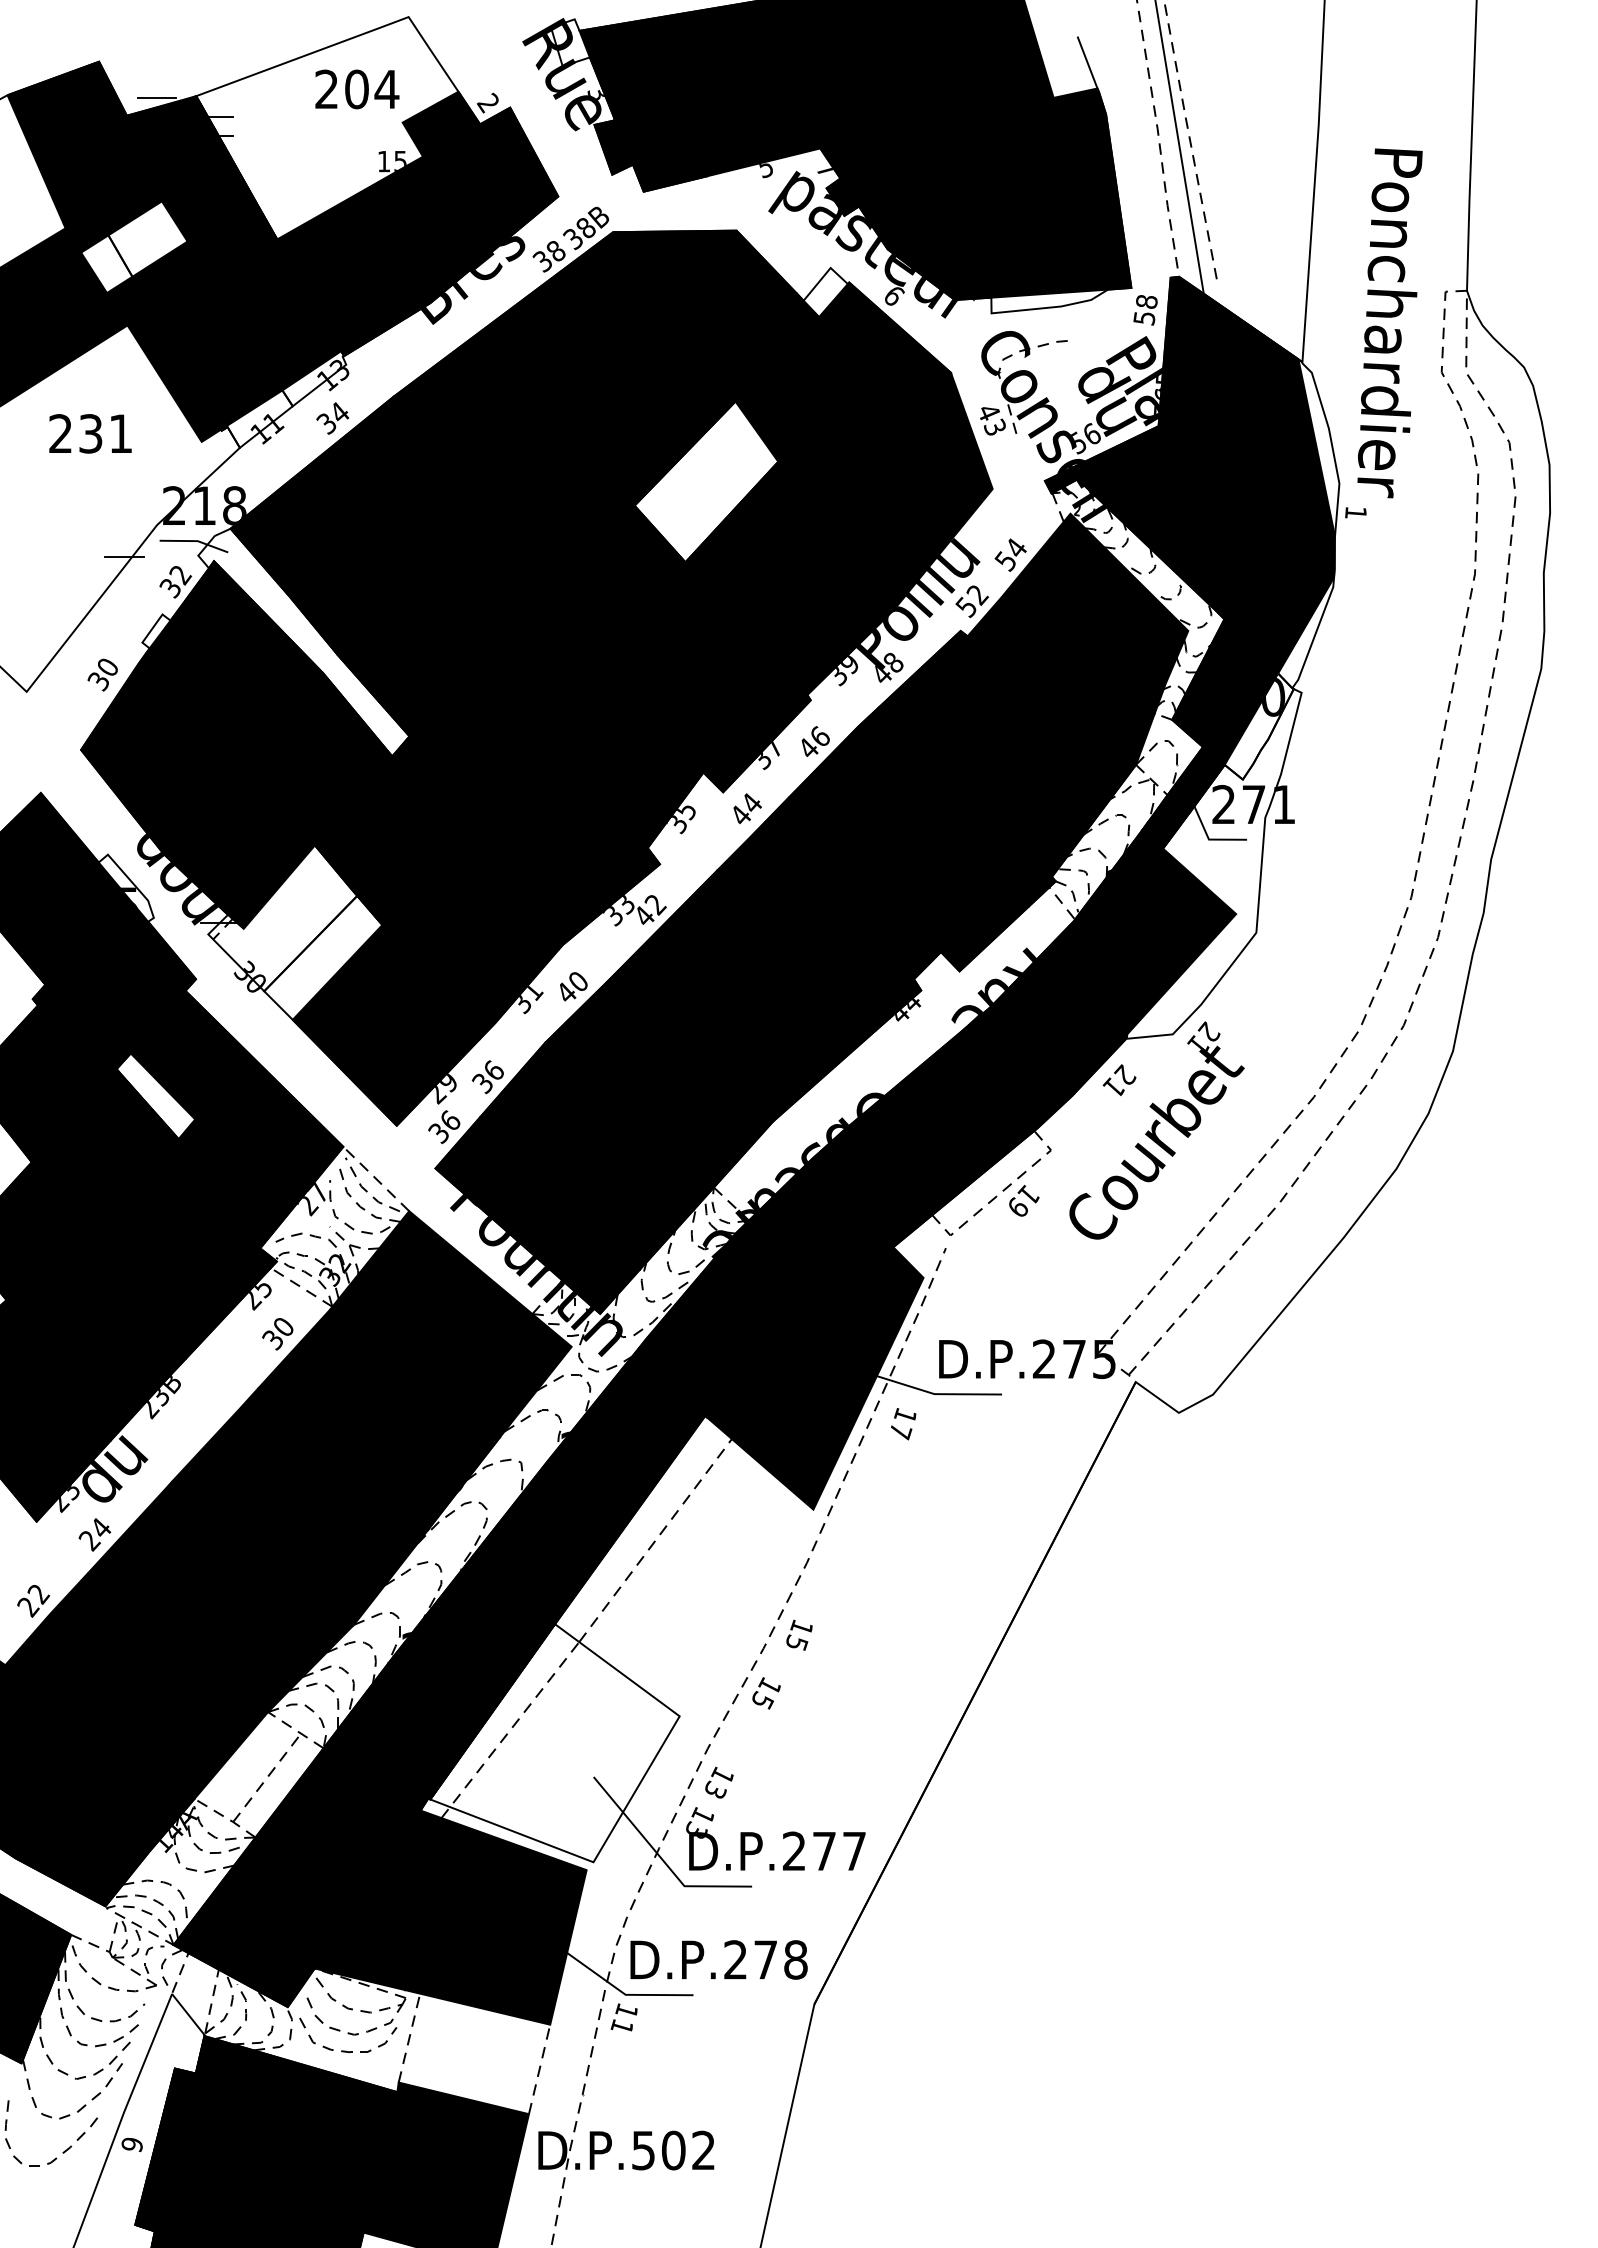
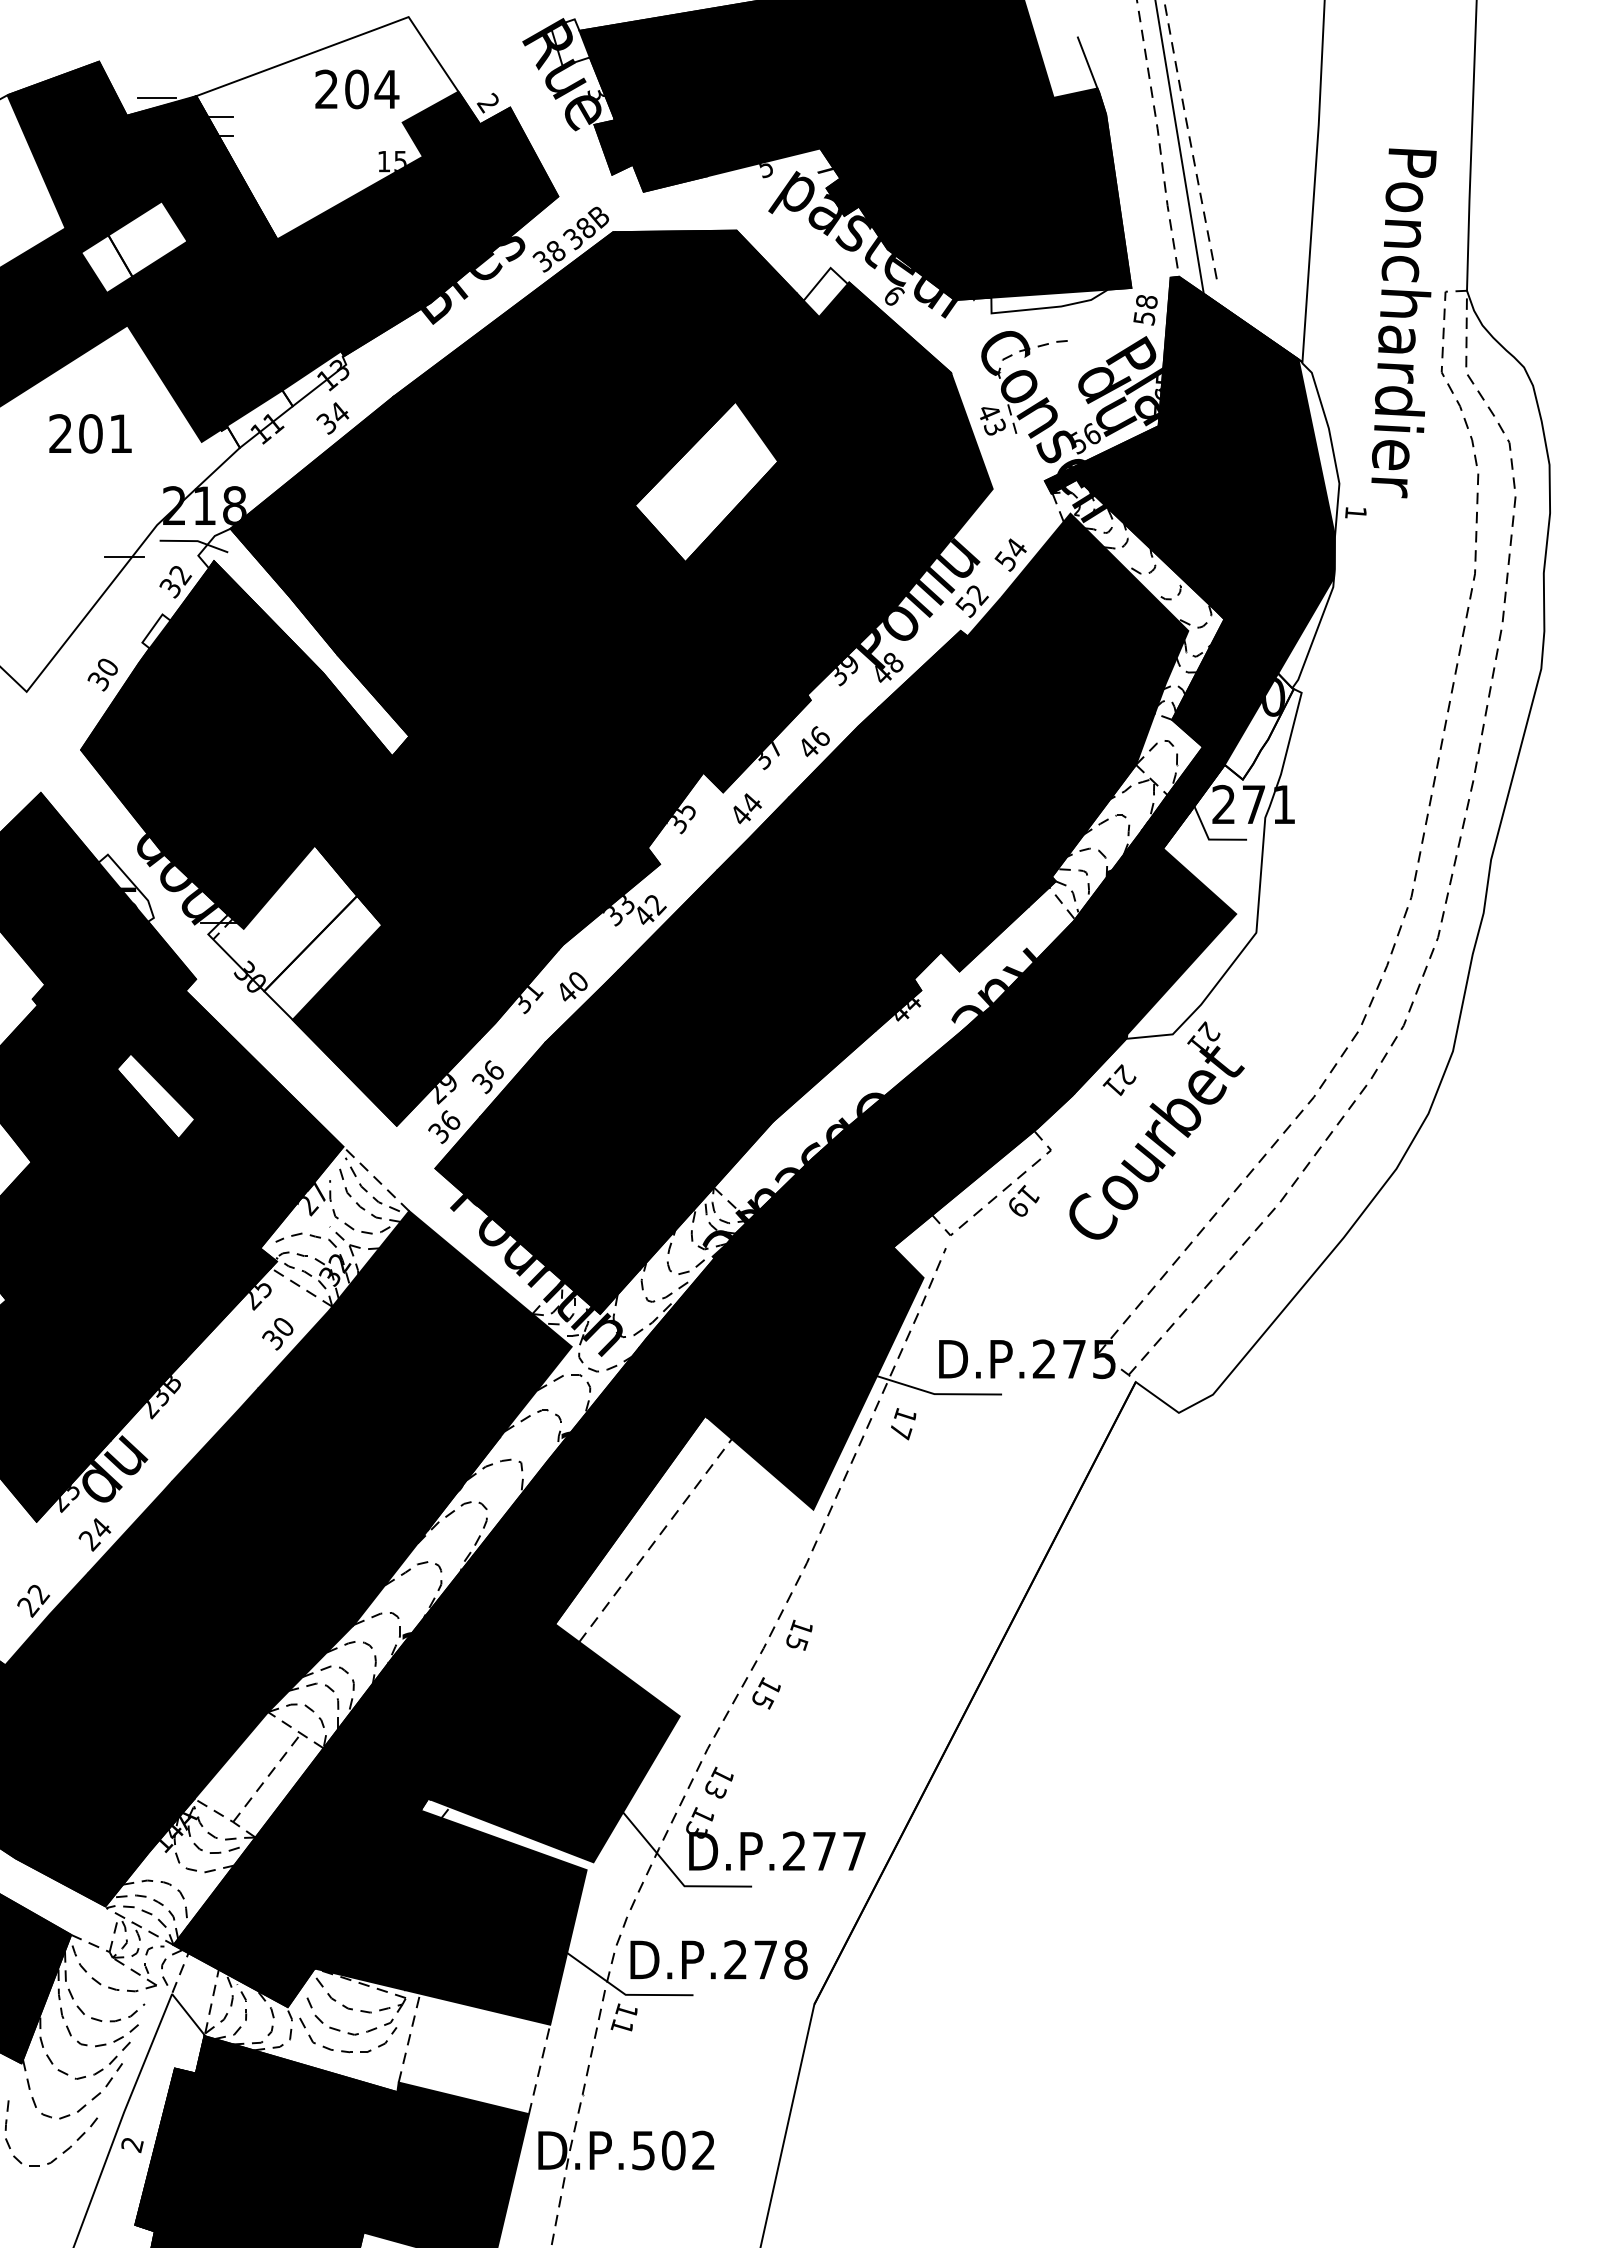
text at (1389, 323) position: (1389, 323) -> (1403, 323)
text at (90, 433): 231 -> 201
fill at (554, 1743): none -> present
text at (132, 2145): 9 -> 2
